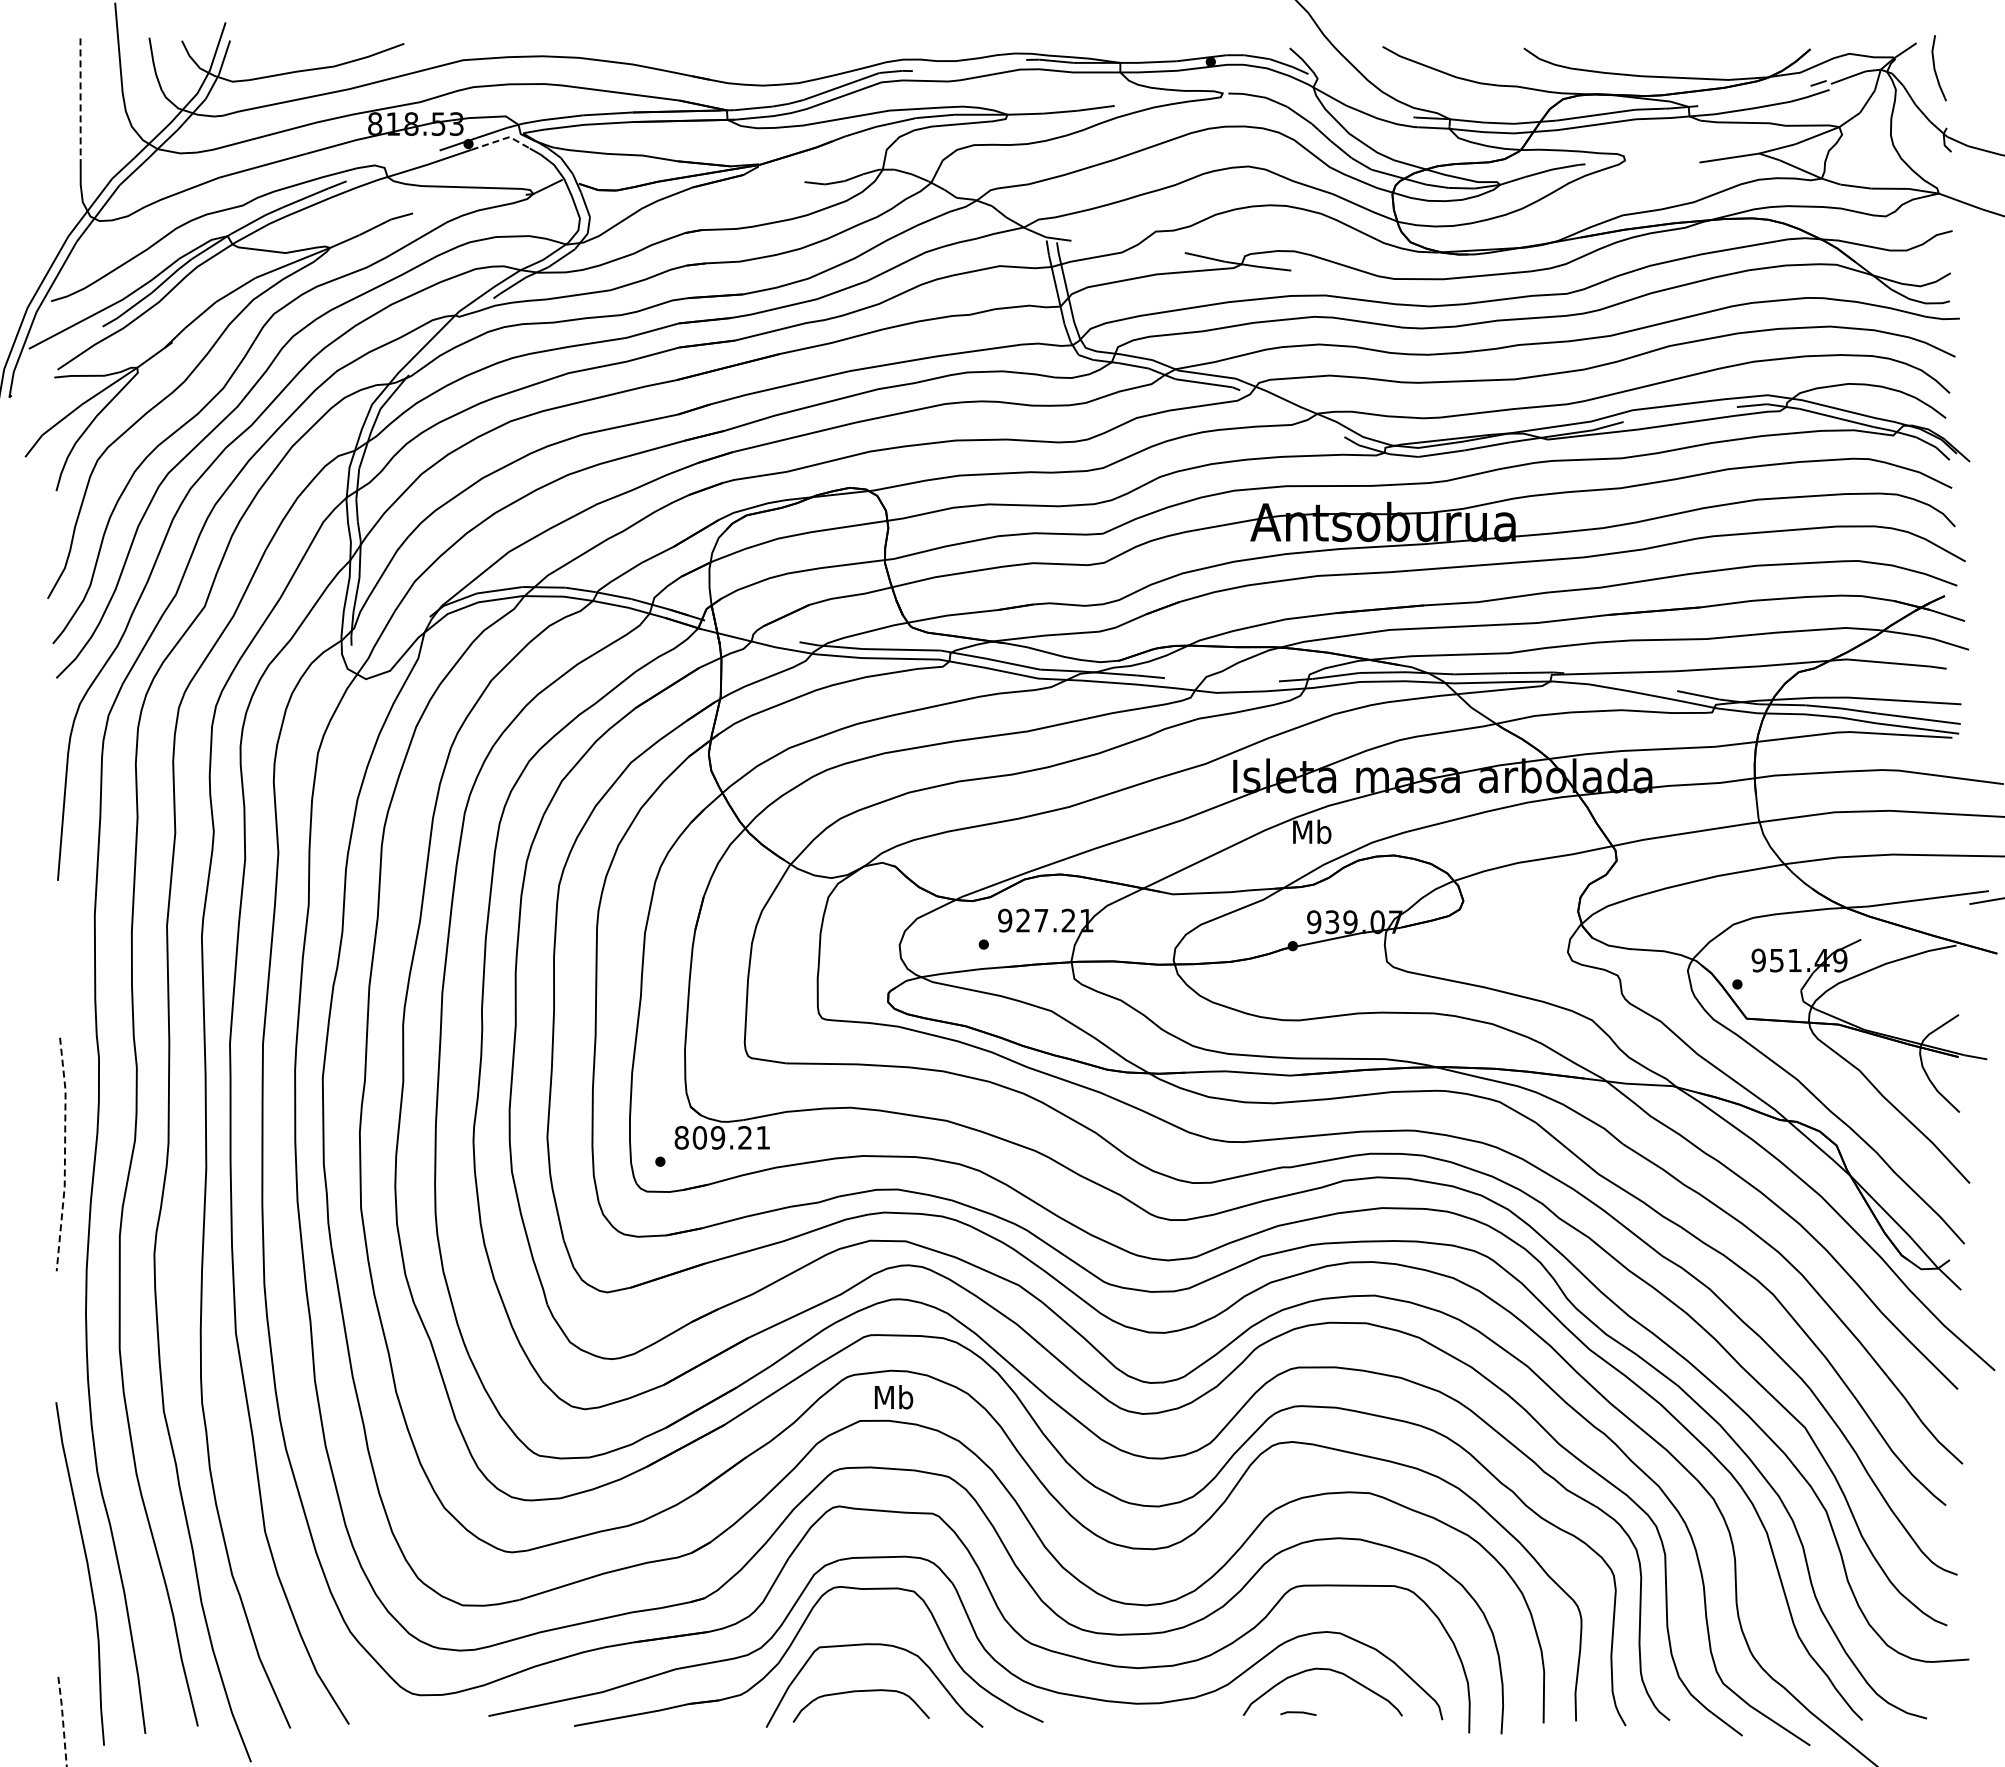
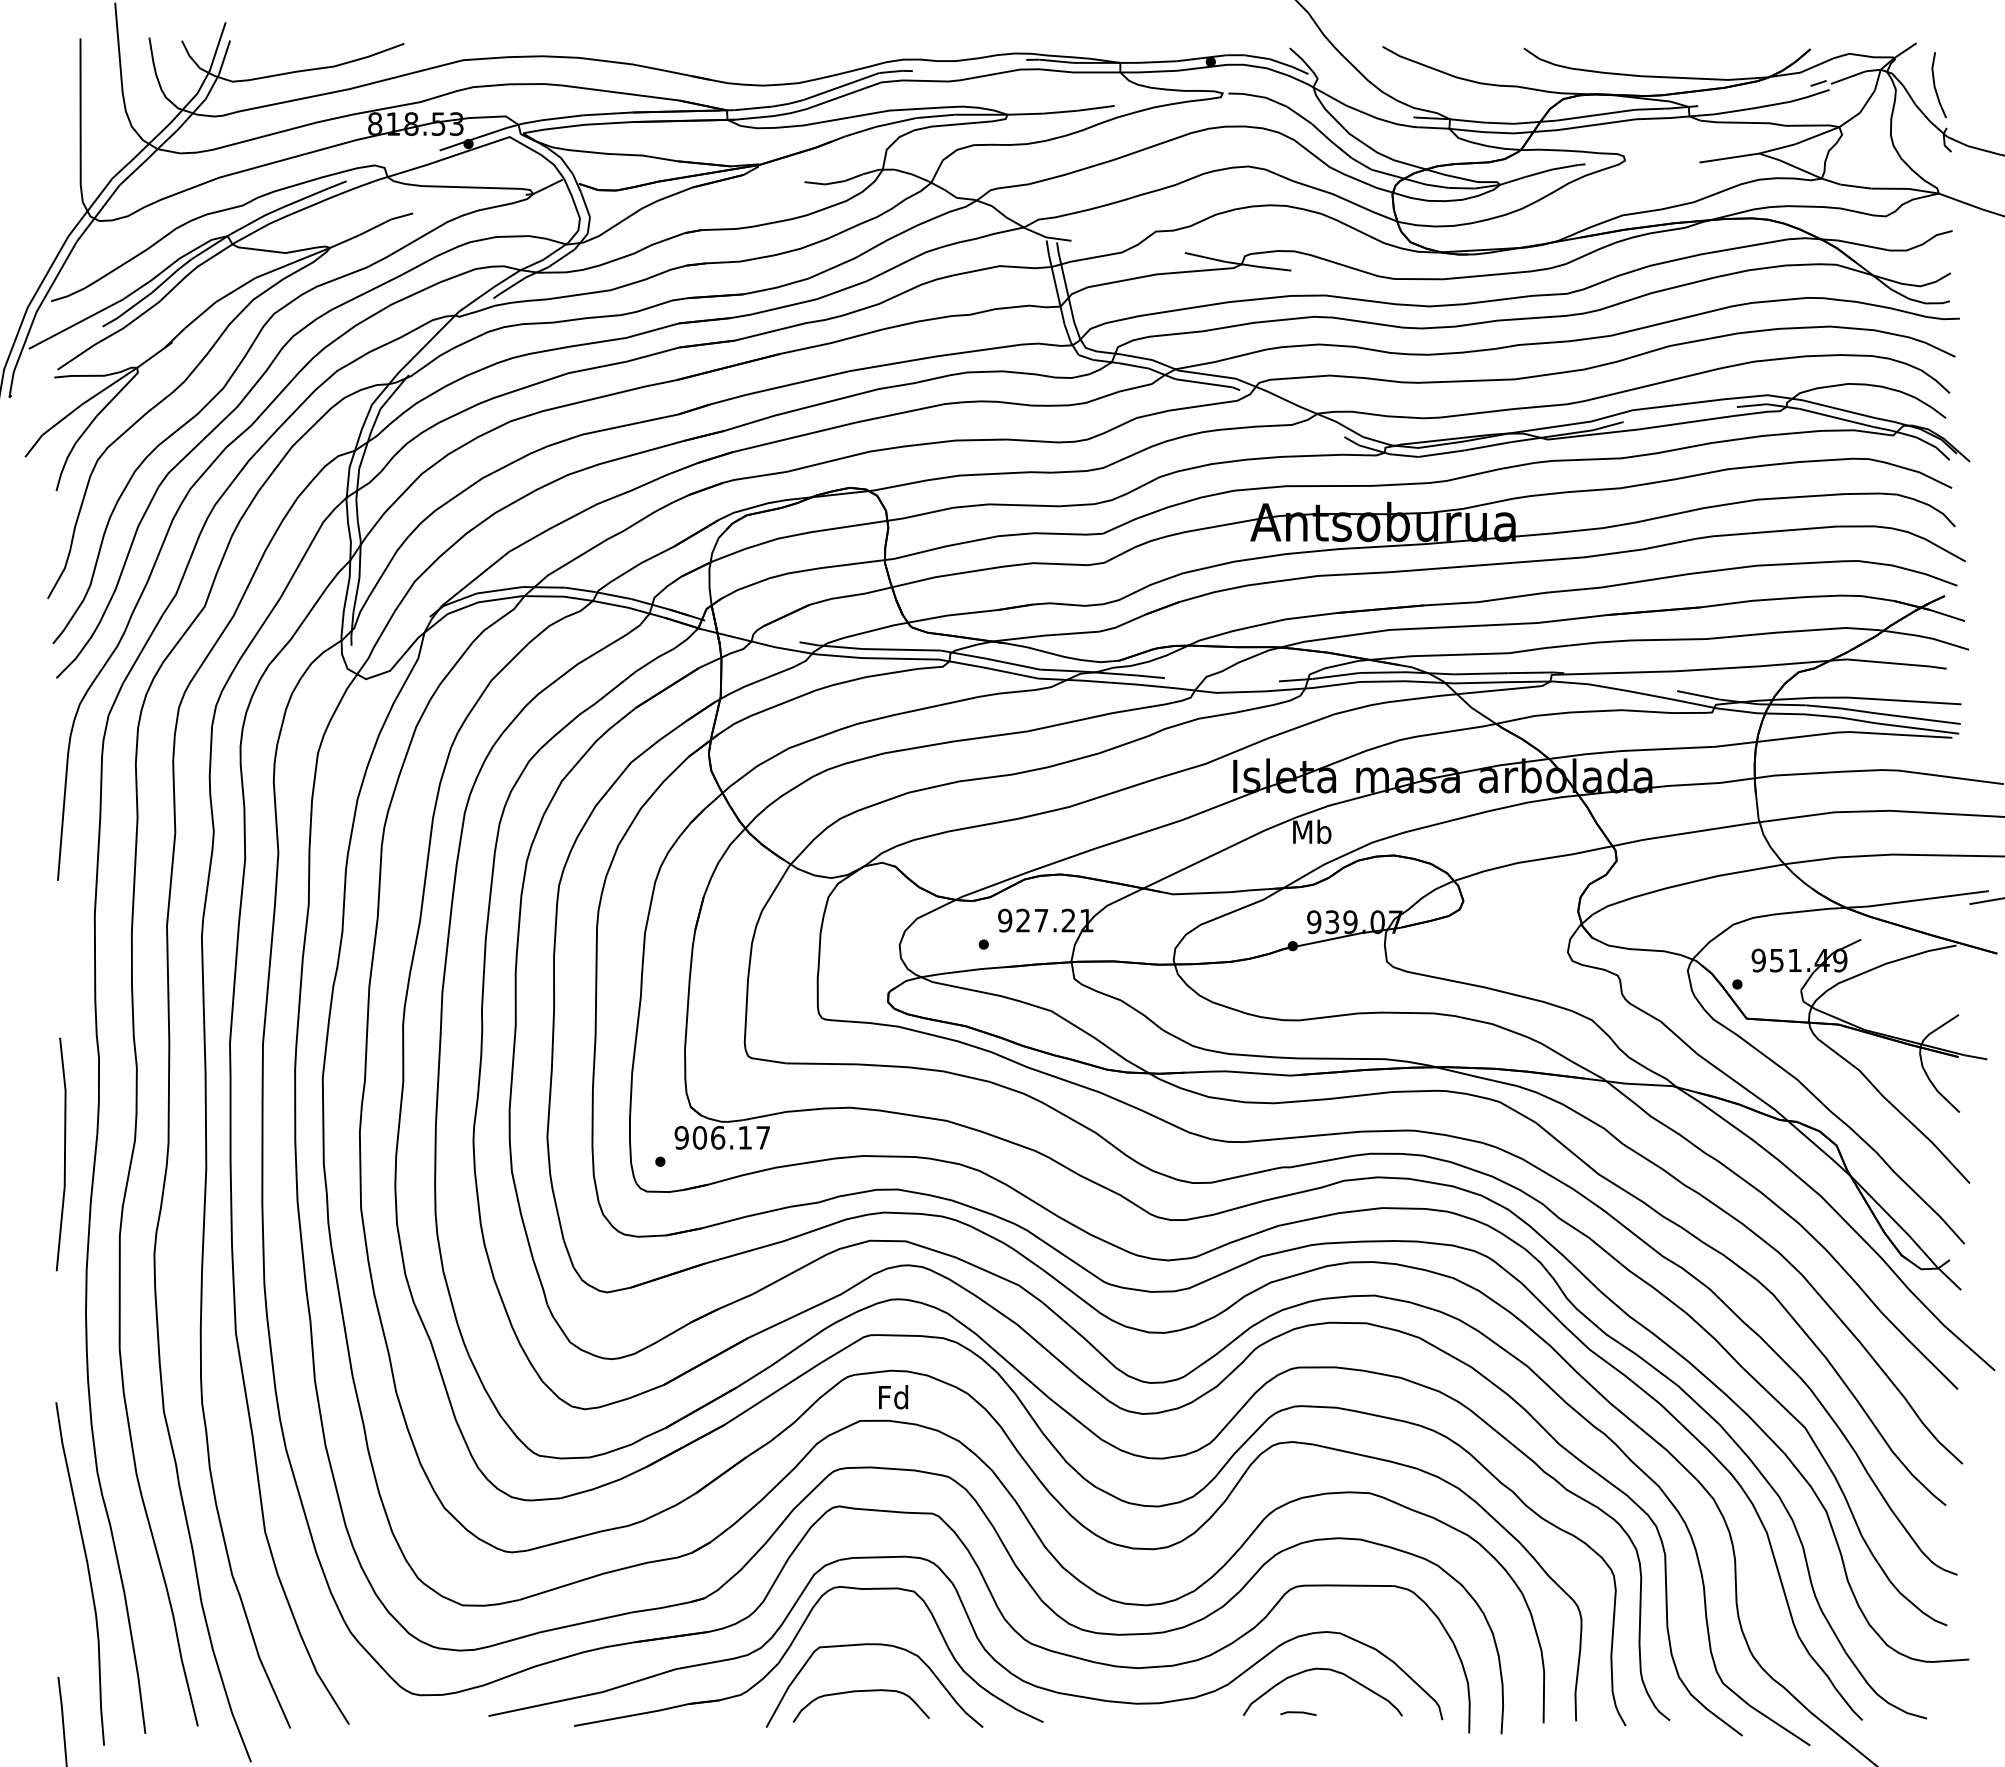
part at (1938, 68) position: (1938, 68) -> (1938, 85)
line at (80, 99): dashed -> solid
line at (502, 139): dashed -> solid
text at (721, 1137): 809.21 -> 906.17
line at (65, 1154): dashed -> solid
text at (894, 1397): Mb -> Fd
line at (63, 1720): dashed -> solid
